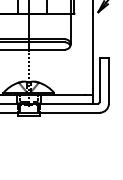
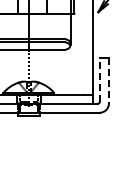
line at (99, 80): solid -> dashed
line at (108, 80): solid -> dashed
